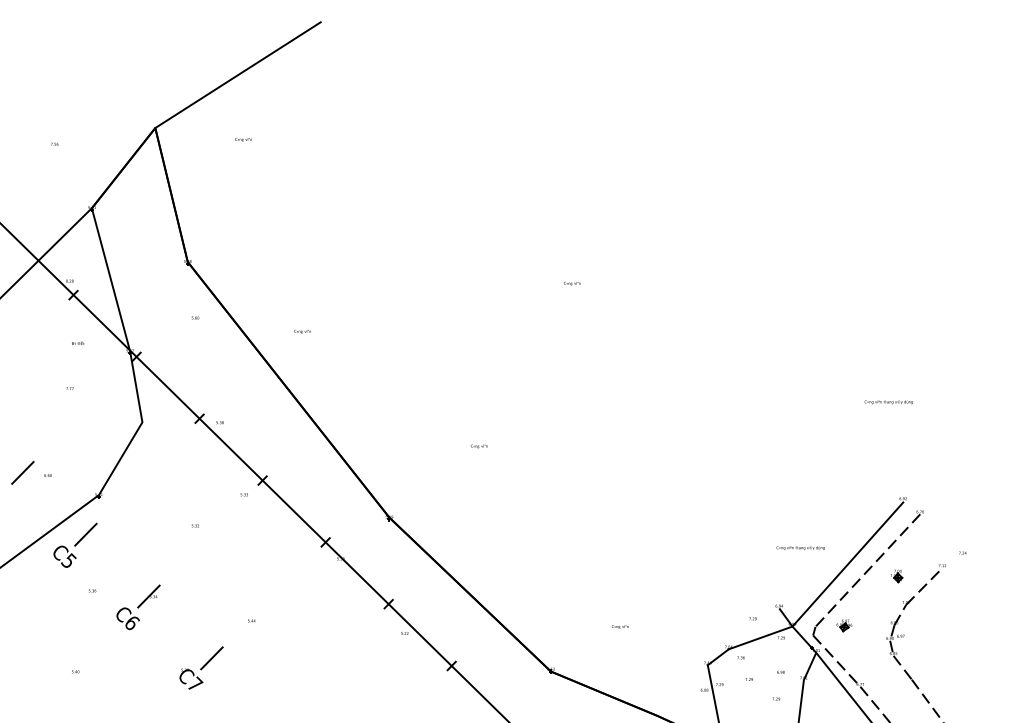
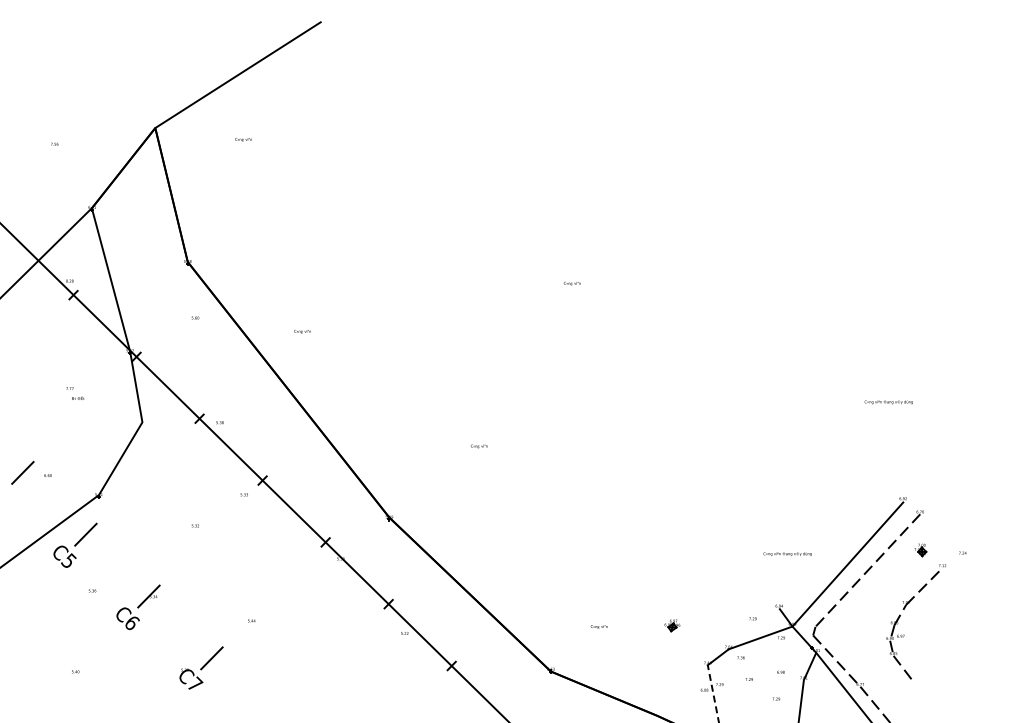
text at (78, 342) position: (78, 342) -> (78, 397)
text at (800, 547) position: (800, 547) -> (787, 553)
part at (896, 576) position: (896, 576) -> (920, 550)
part at (844, 625) position: (844, 625) -> (672, 625)
text at (619, 626) position: (619, 626) -> (598, 626)
line at (713, 693): solid -> dashed
line at (926, 699): present -> none
